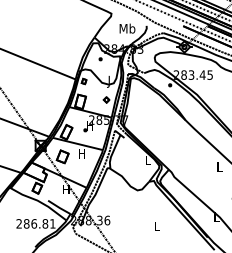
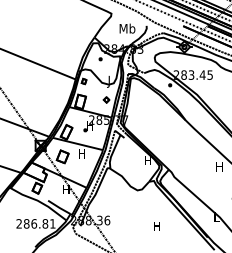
text at (147, 160): L -> H
text at (219, 166): L -> H
text at (156, 226): L -> H
